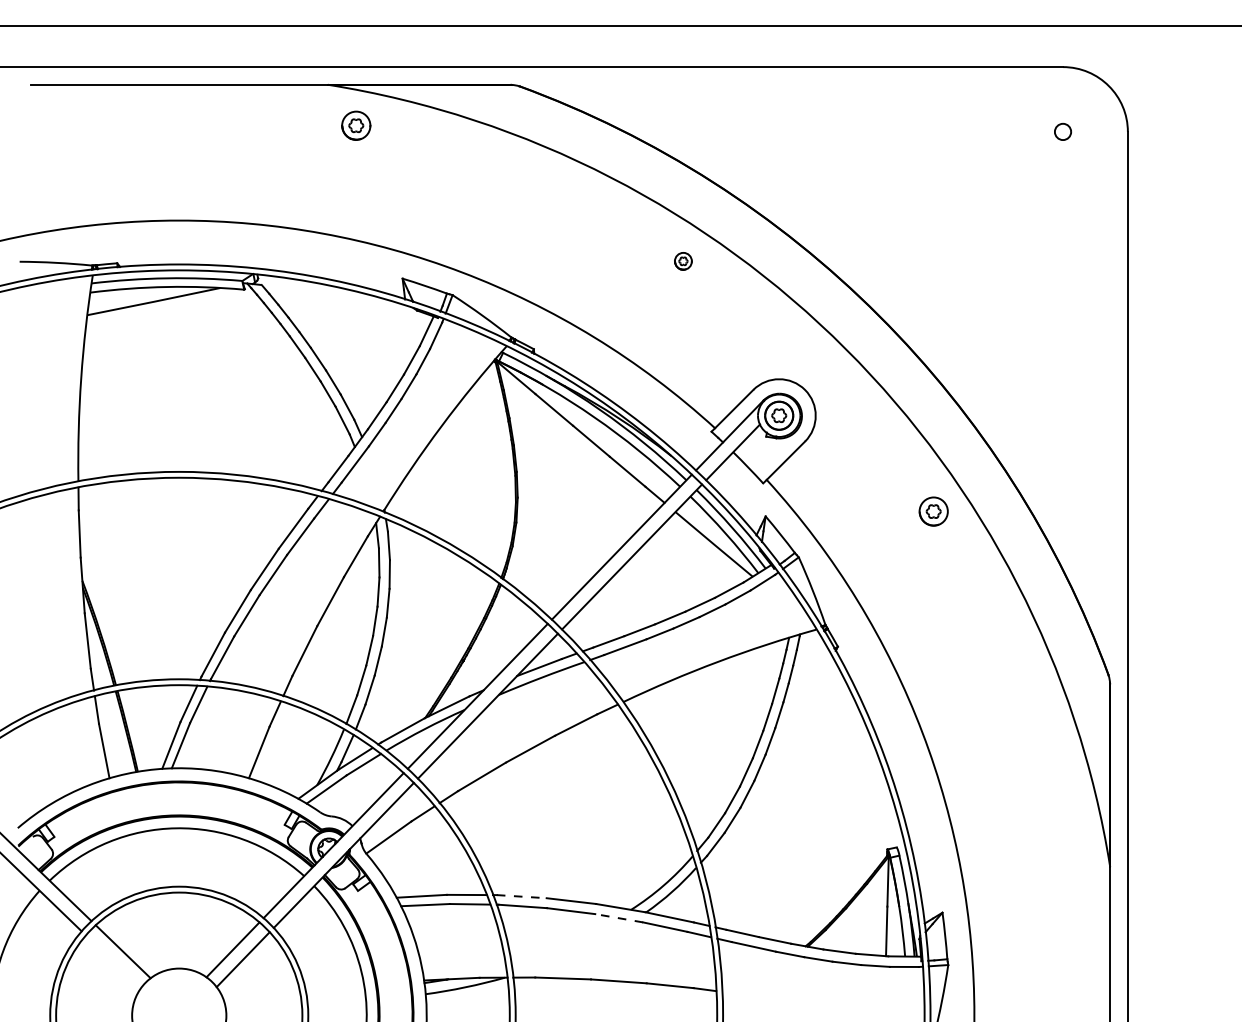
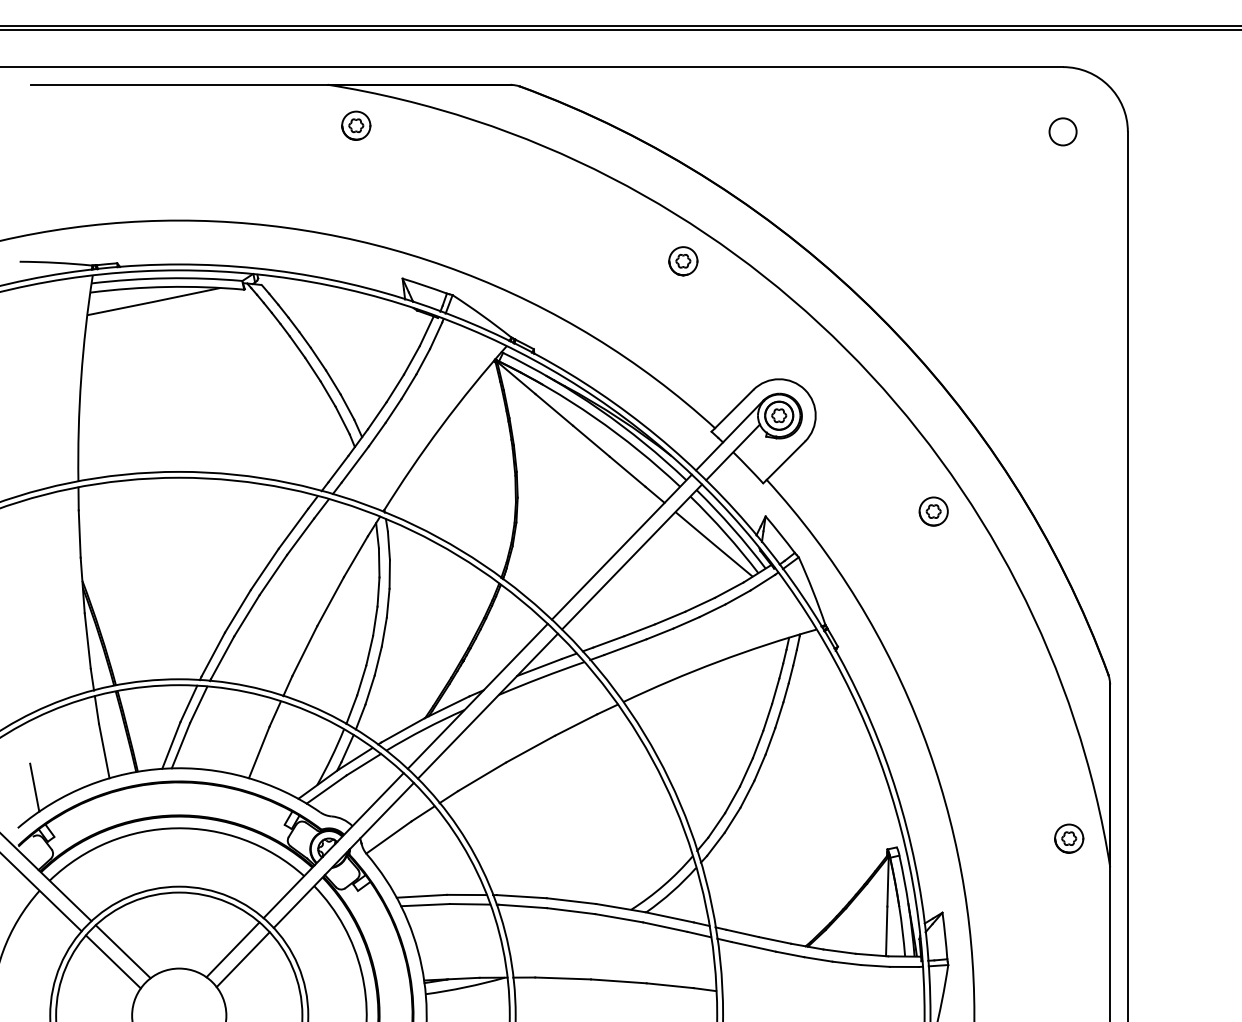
line at (620, 30): none -> present
circle at (1062, 131) size: 18x19 px -> 30x30 px
part at (683, 261) size: 19x19 px -> 31x31 px
line at (34, 787): none -> present
part at (1069, 838): none -> present
line at (521, 896): dashed -> solid
line at (618, 918): dashed -> solid
line at (112, 961): none -> present
